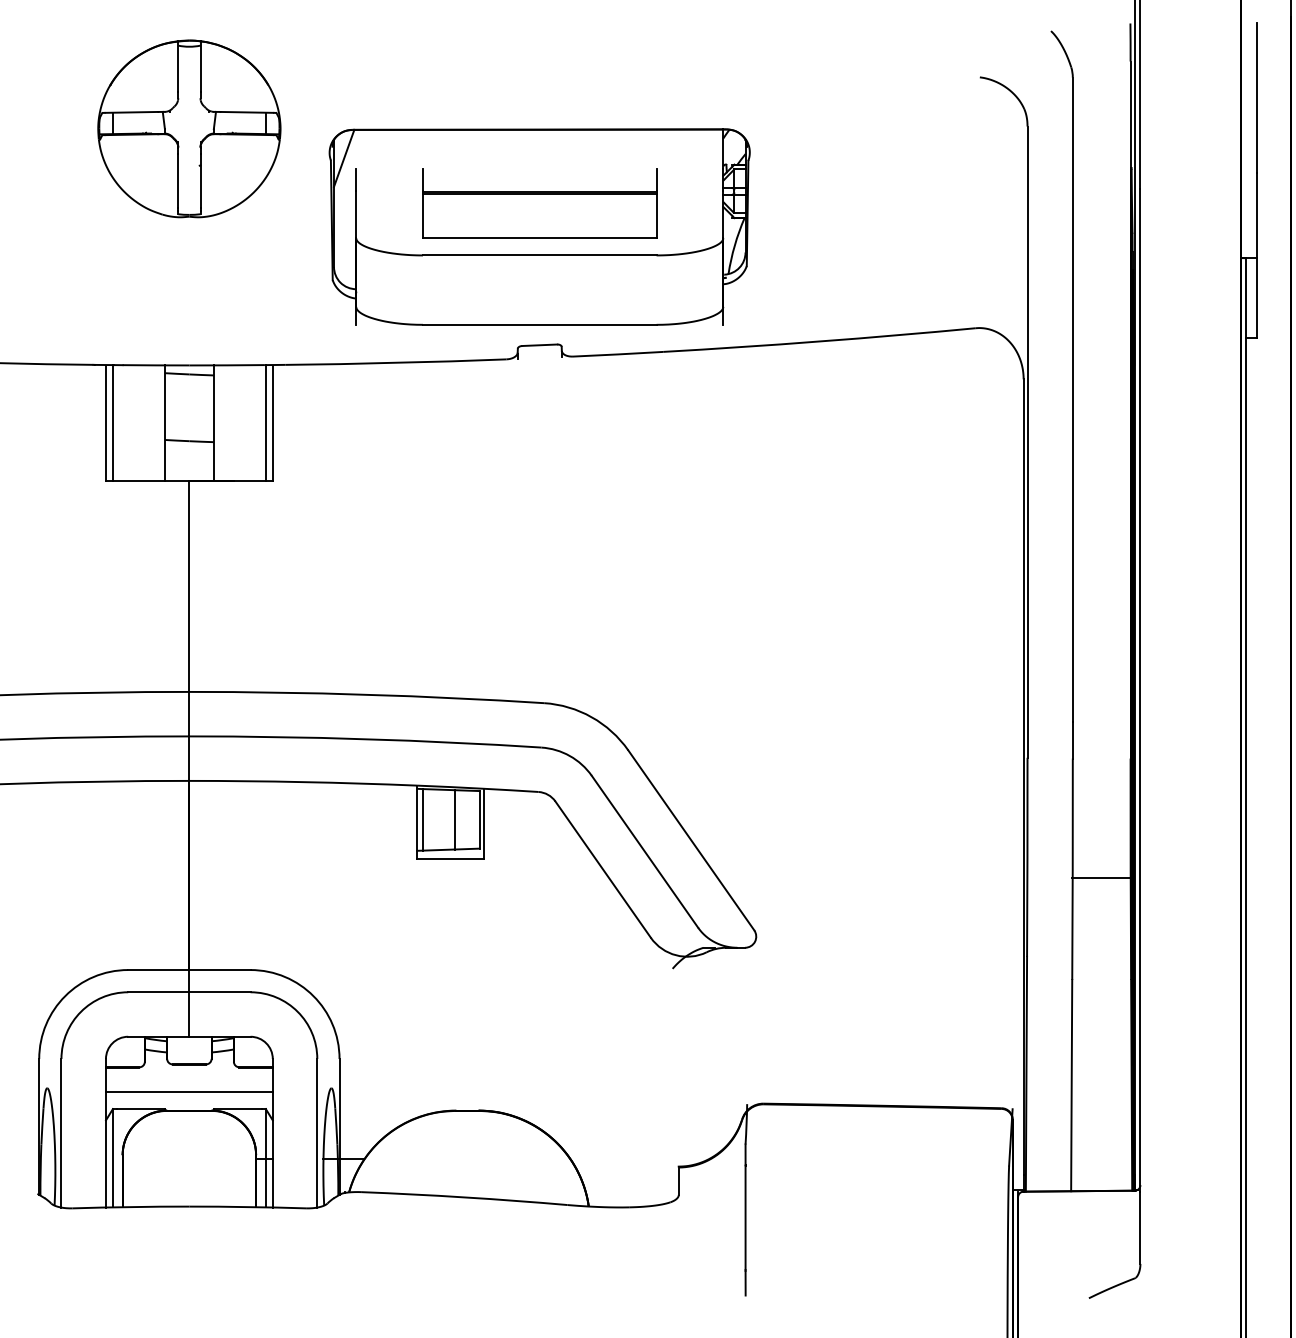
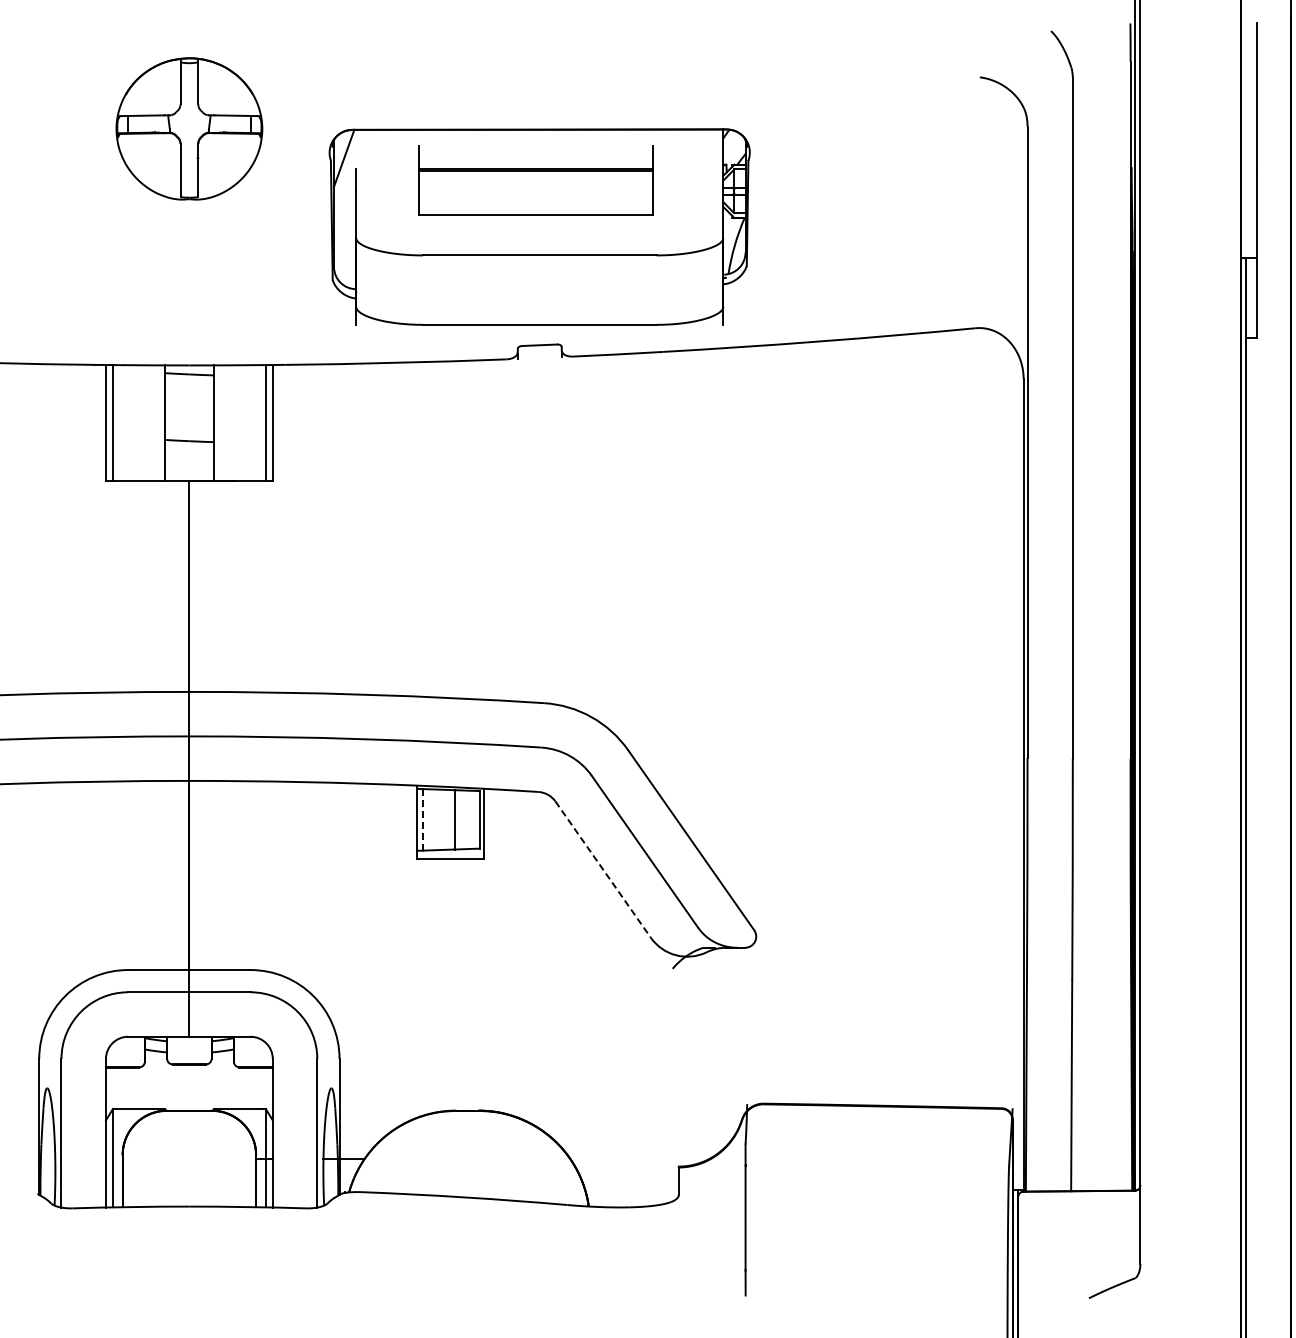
part at (189, 128) size: 185x180 px -> 149x144 px
part at (539, 203) position: (539, 203) -> (535, 180)
line at (422, 819): solid -> dashed
line at (603, 870): solid -> dashed
line at (1101, 877): present -> none
line at (188, 1092): present -> none
